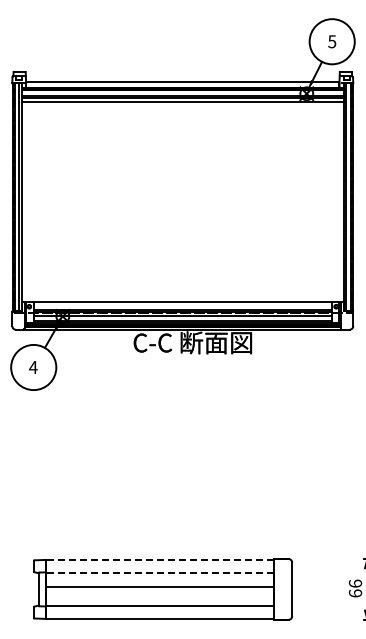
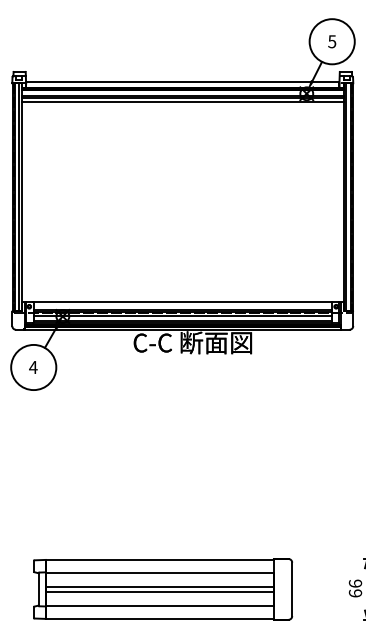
line at (159, 560): dashed -> solid
line at (159, 572): dashed -> solid
line at (159, 591): none -> present
